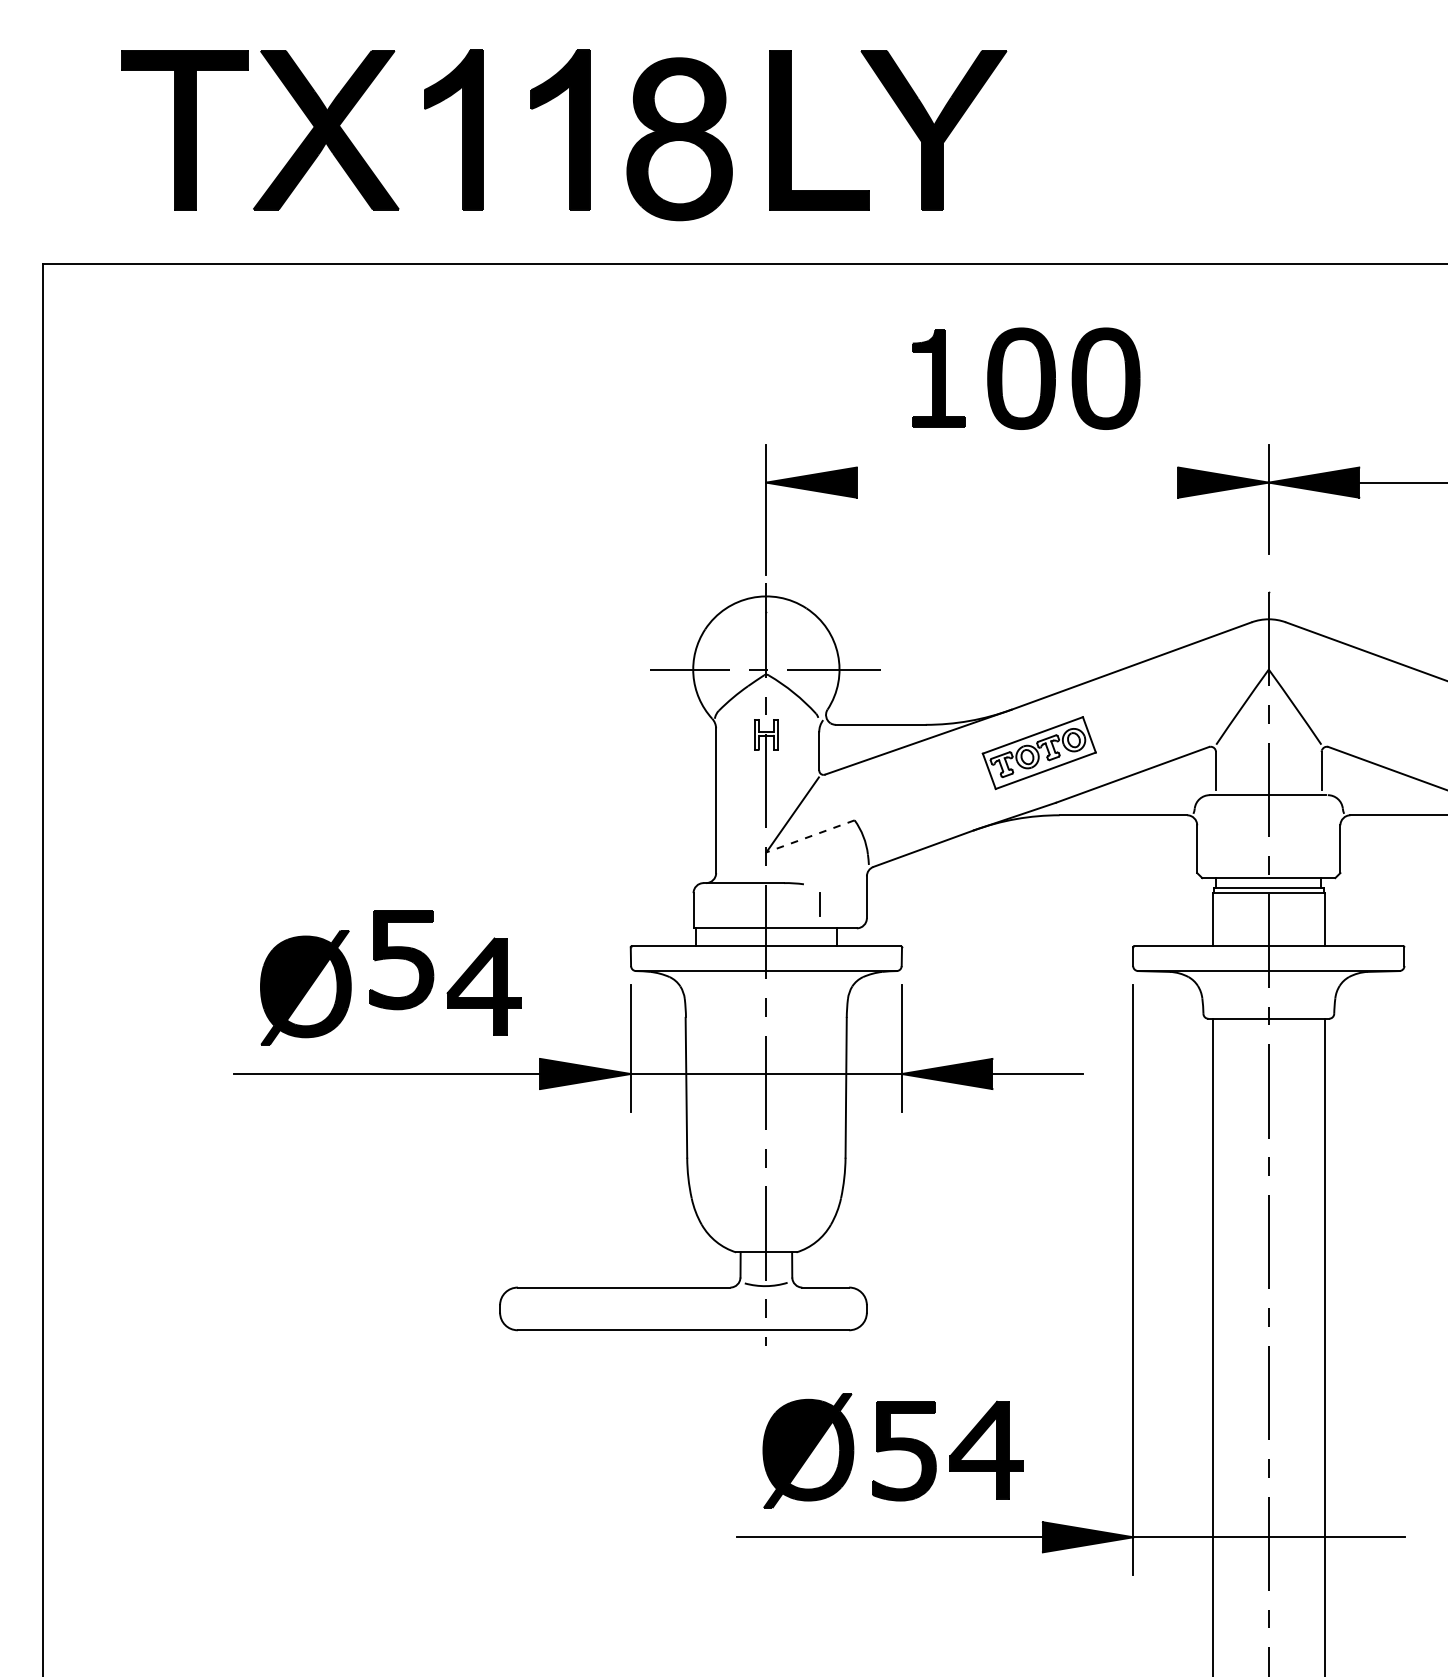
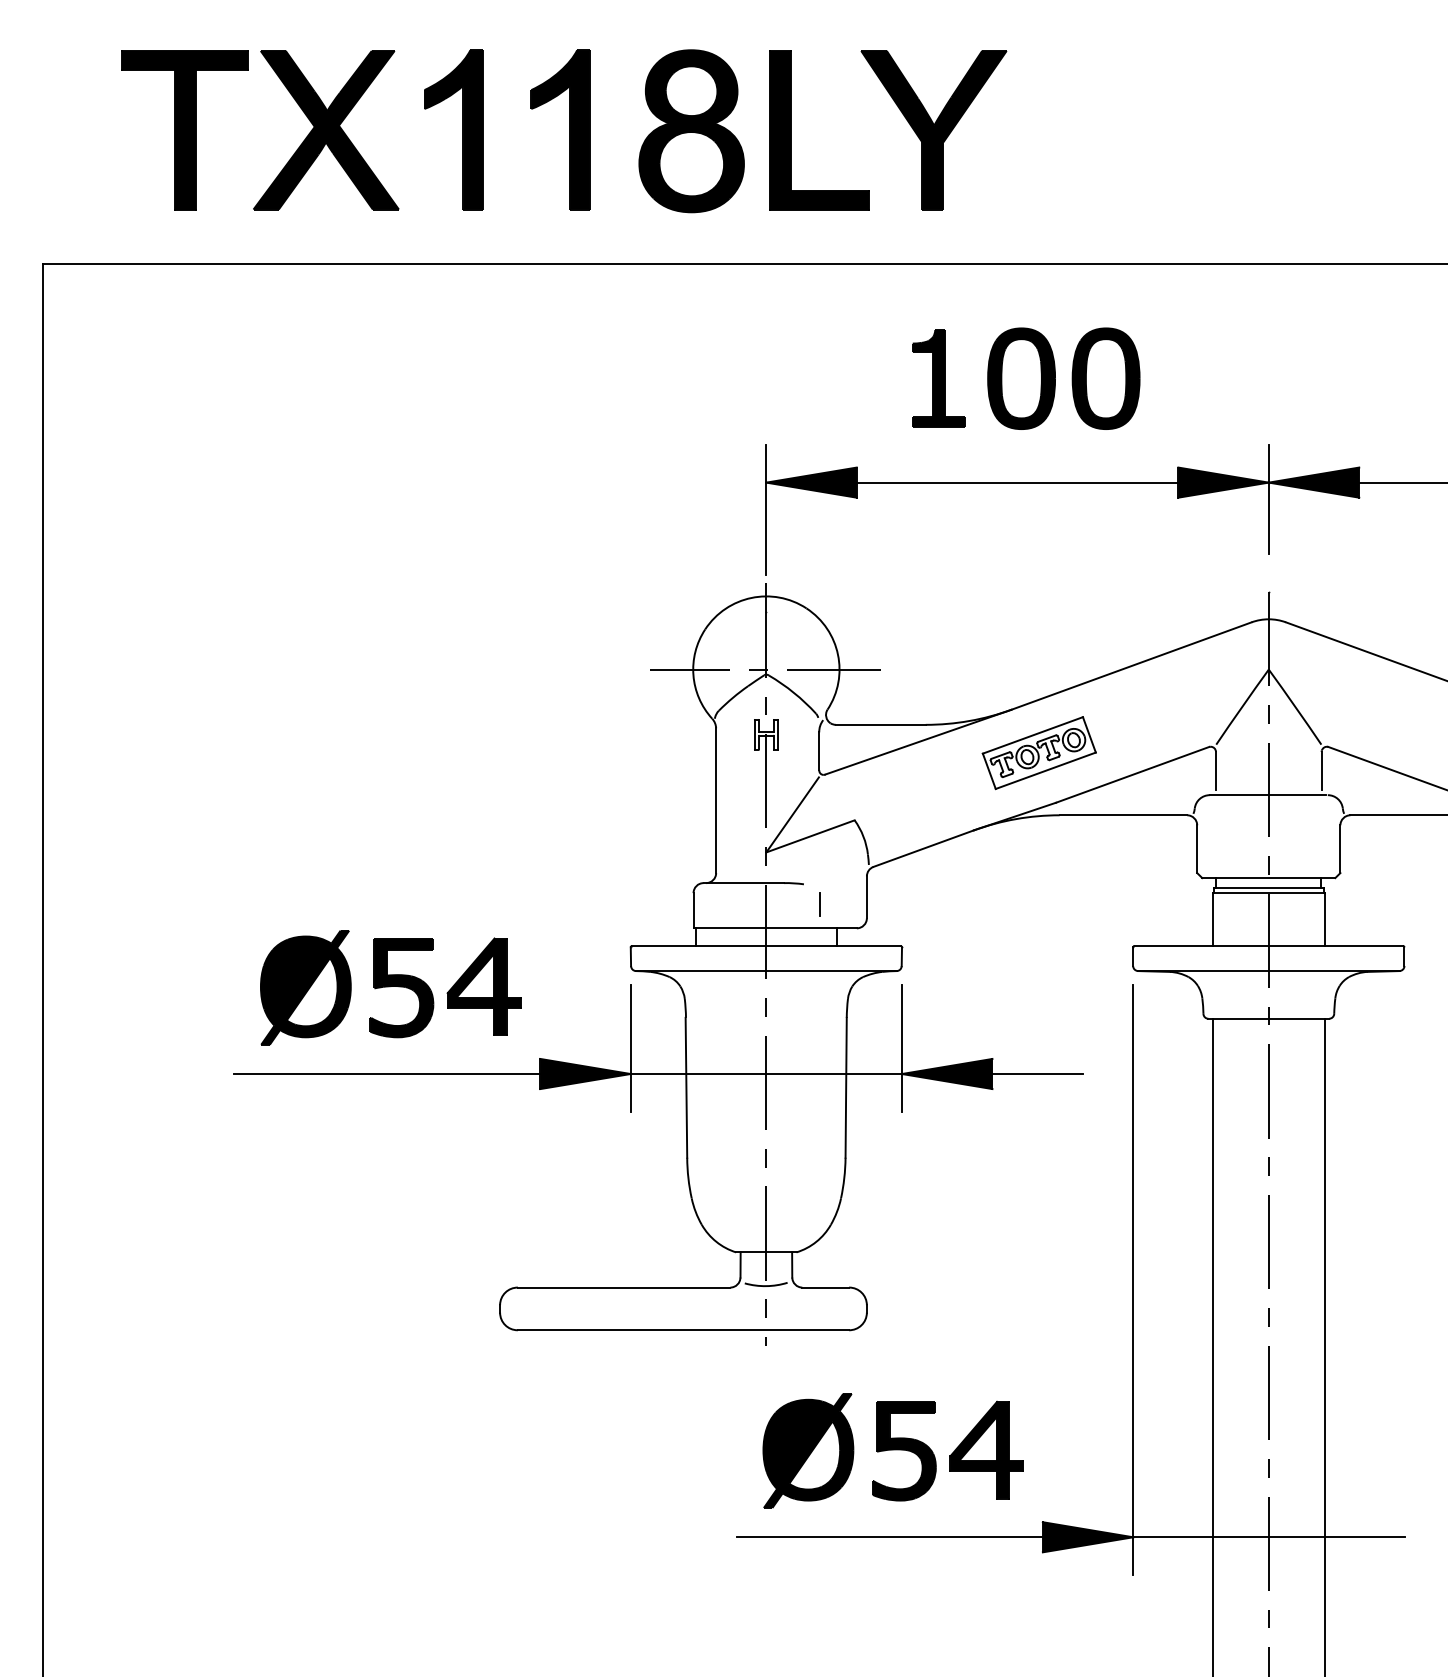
part at (679, 139) position: (679, 139) -> (691, 131)
line at (1017, 482): none -> present
line at (810, 836): dashed -> solid
part at (401, 960) position: (401, 960) -> (401, 988)
